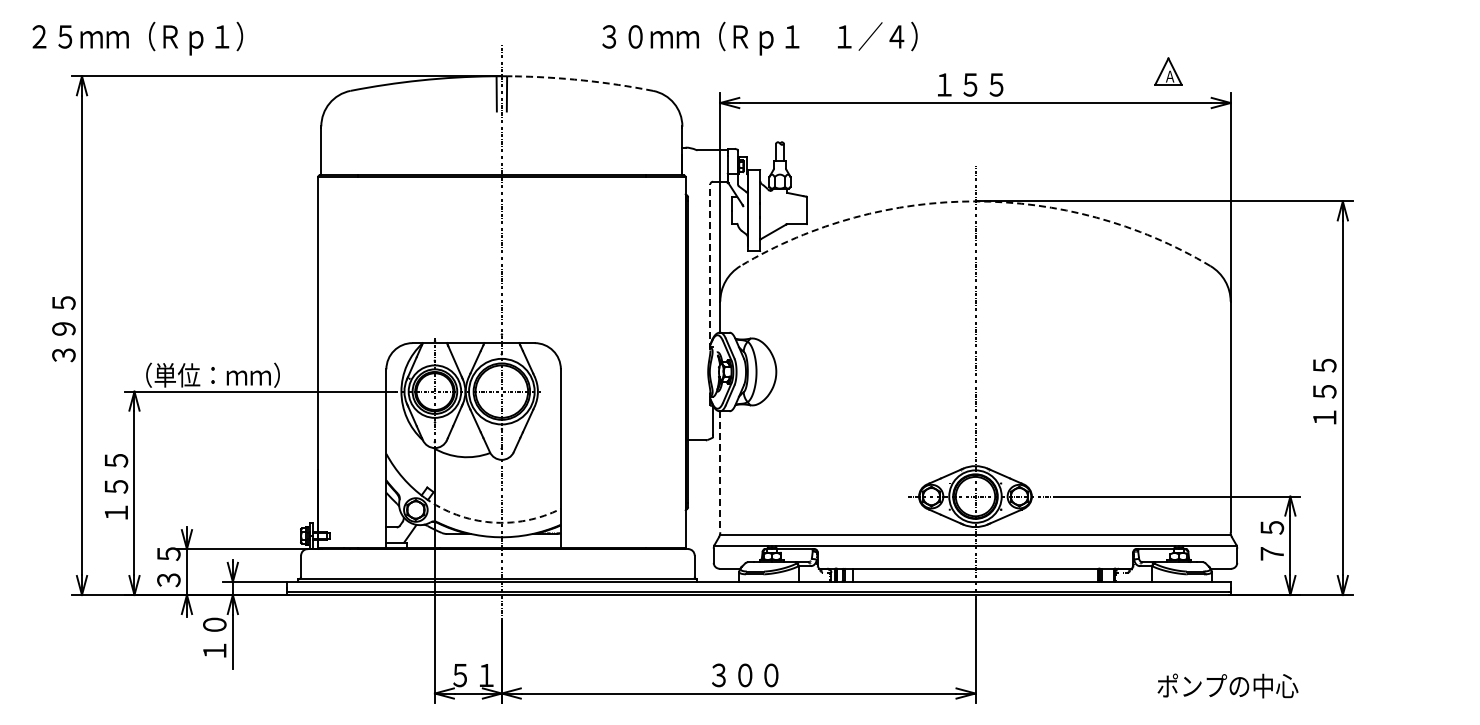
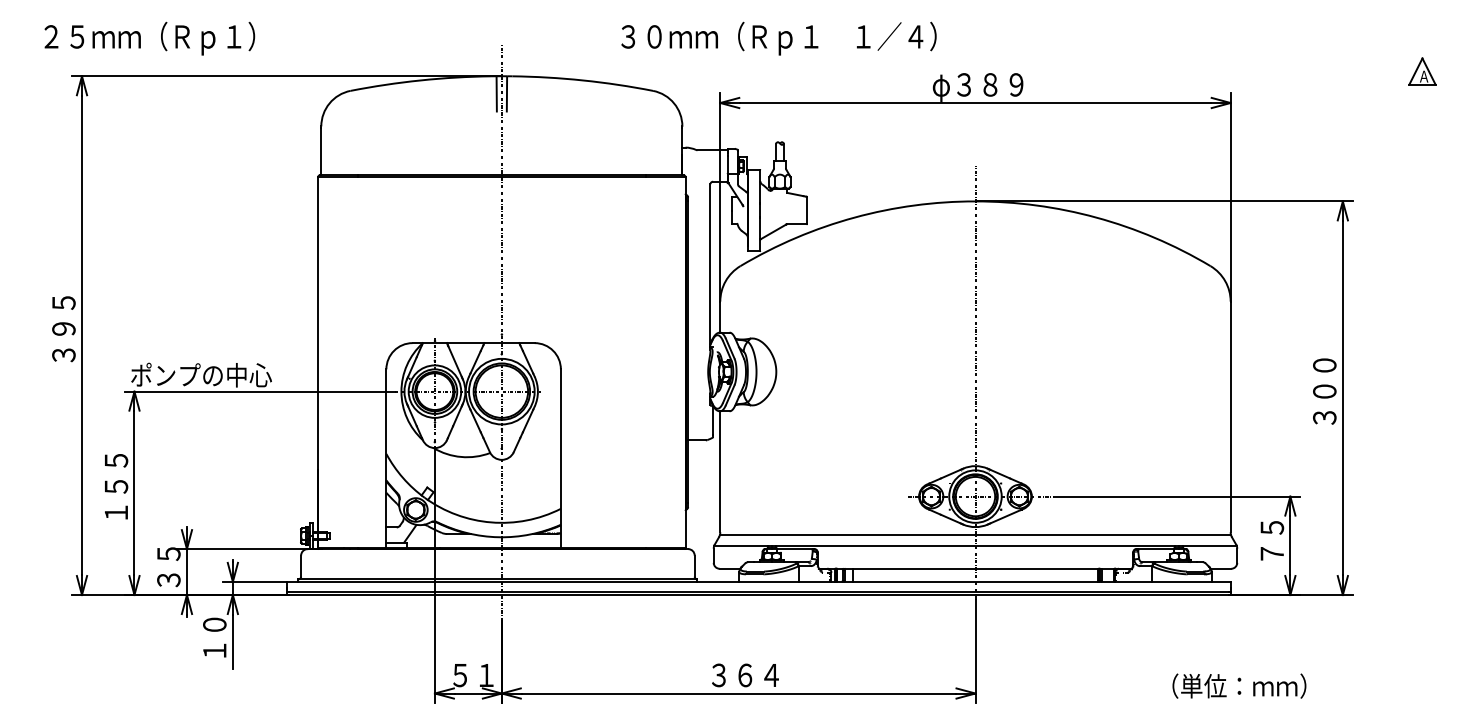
text at (137, 38) position: (137, 38) -> (149, 38)
text at (759, 38) position: (759, 38) -> (778, 38)
part at (1168, 71) position: (1168, 71) -> (1422, 71)
arc at (583, 80): dashed -> solid
text at (977, 87): １５５ -> φ３８９
arc at (975, 201): dashed -> solid
line at (710, 266): dashed -> solid
text at (205, 374): （単位：ｍｍ） -> ポンプの中心
text at (1324, 391): １５５ -> ３００
line at (720, 472): dashed -> solid
arc at (491, 522): dashed -> solid
text at (758, 675): ３００ -> ３６４
text at (1231, 685): ポンプの中心 -> （単位：ｍｍ）
